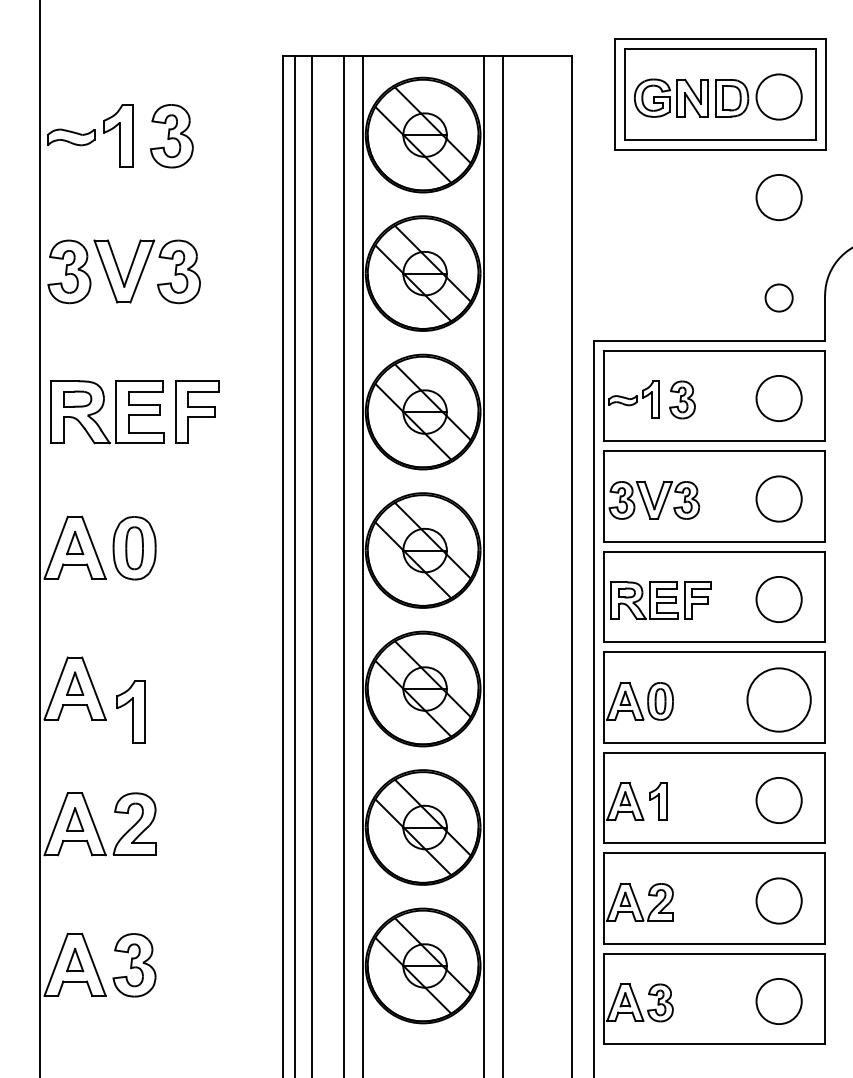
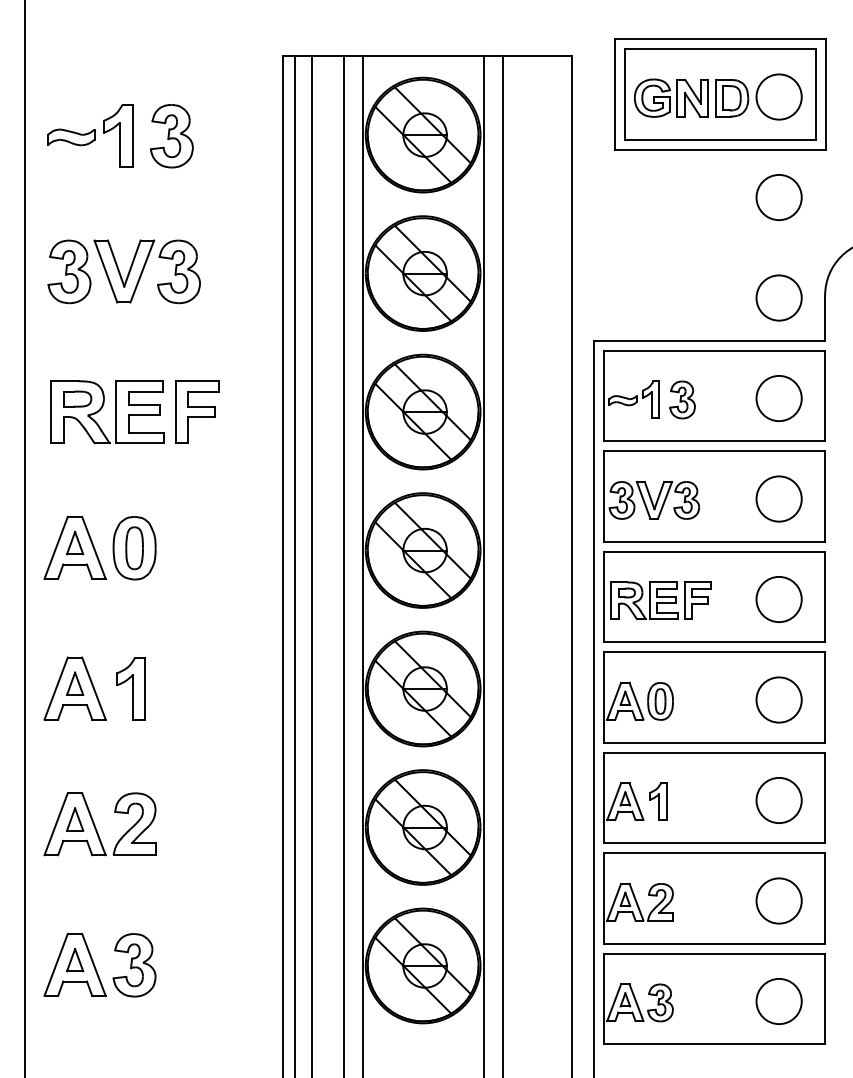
circle at (778, 297) diameter: 27 px -> 45 px
line at (40, 538) position: (40, 538) -> (25, 538)
circle at (778, 699) diameter: 63 px -> 45 px
part at (130, 711) position: (130, 711) -> (130, 688)
